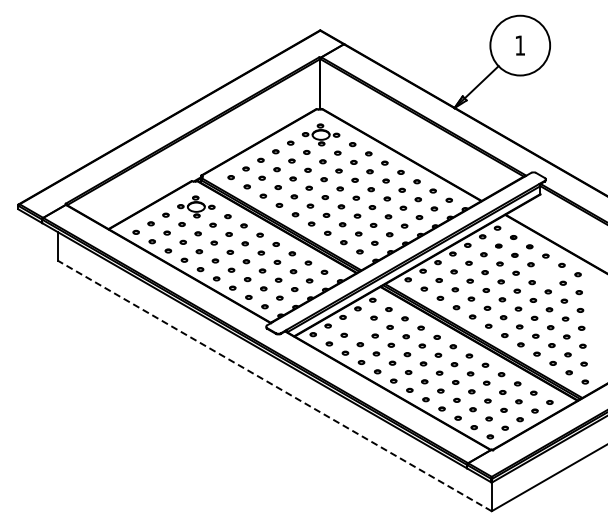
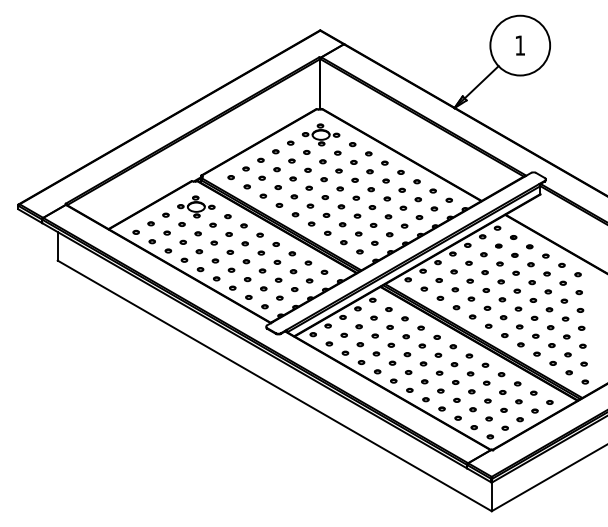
part at (546, 273): none -> present
part at (358, 326): none -> present
line at (274, 385): dashed -> solid
